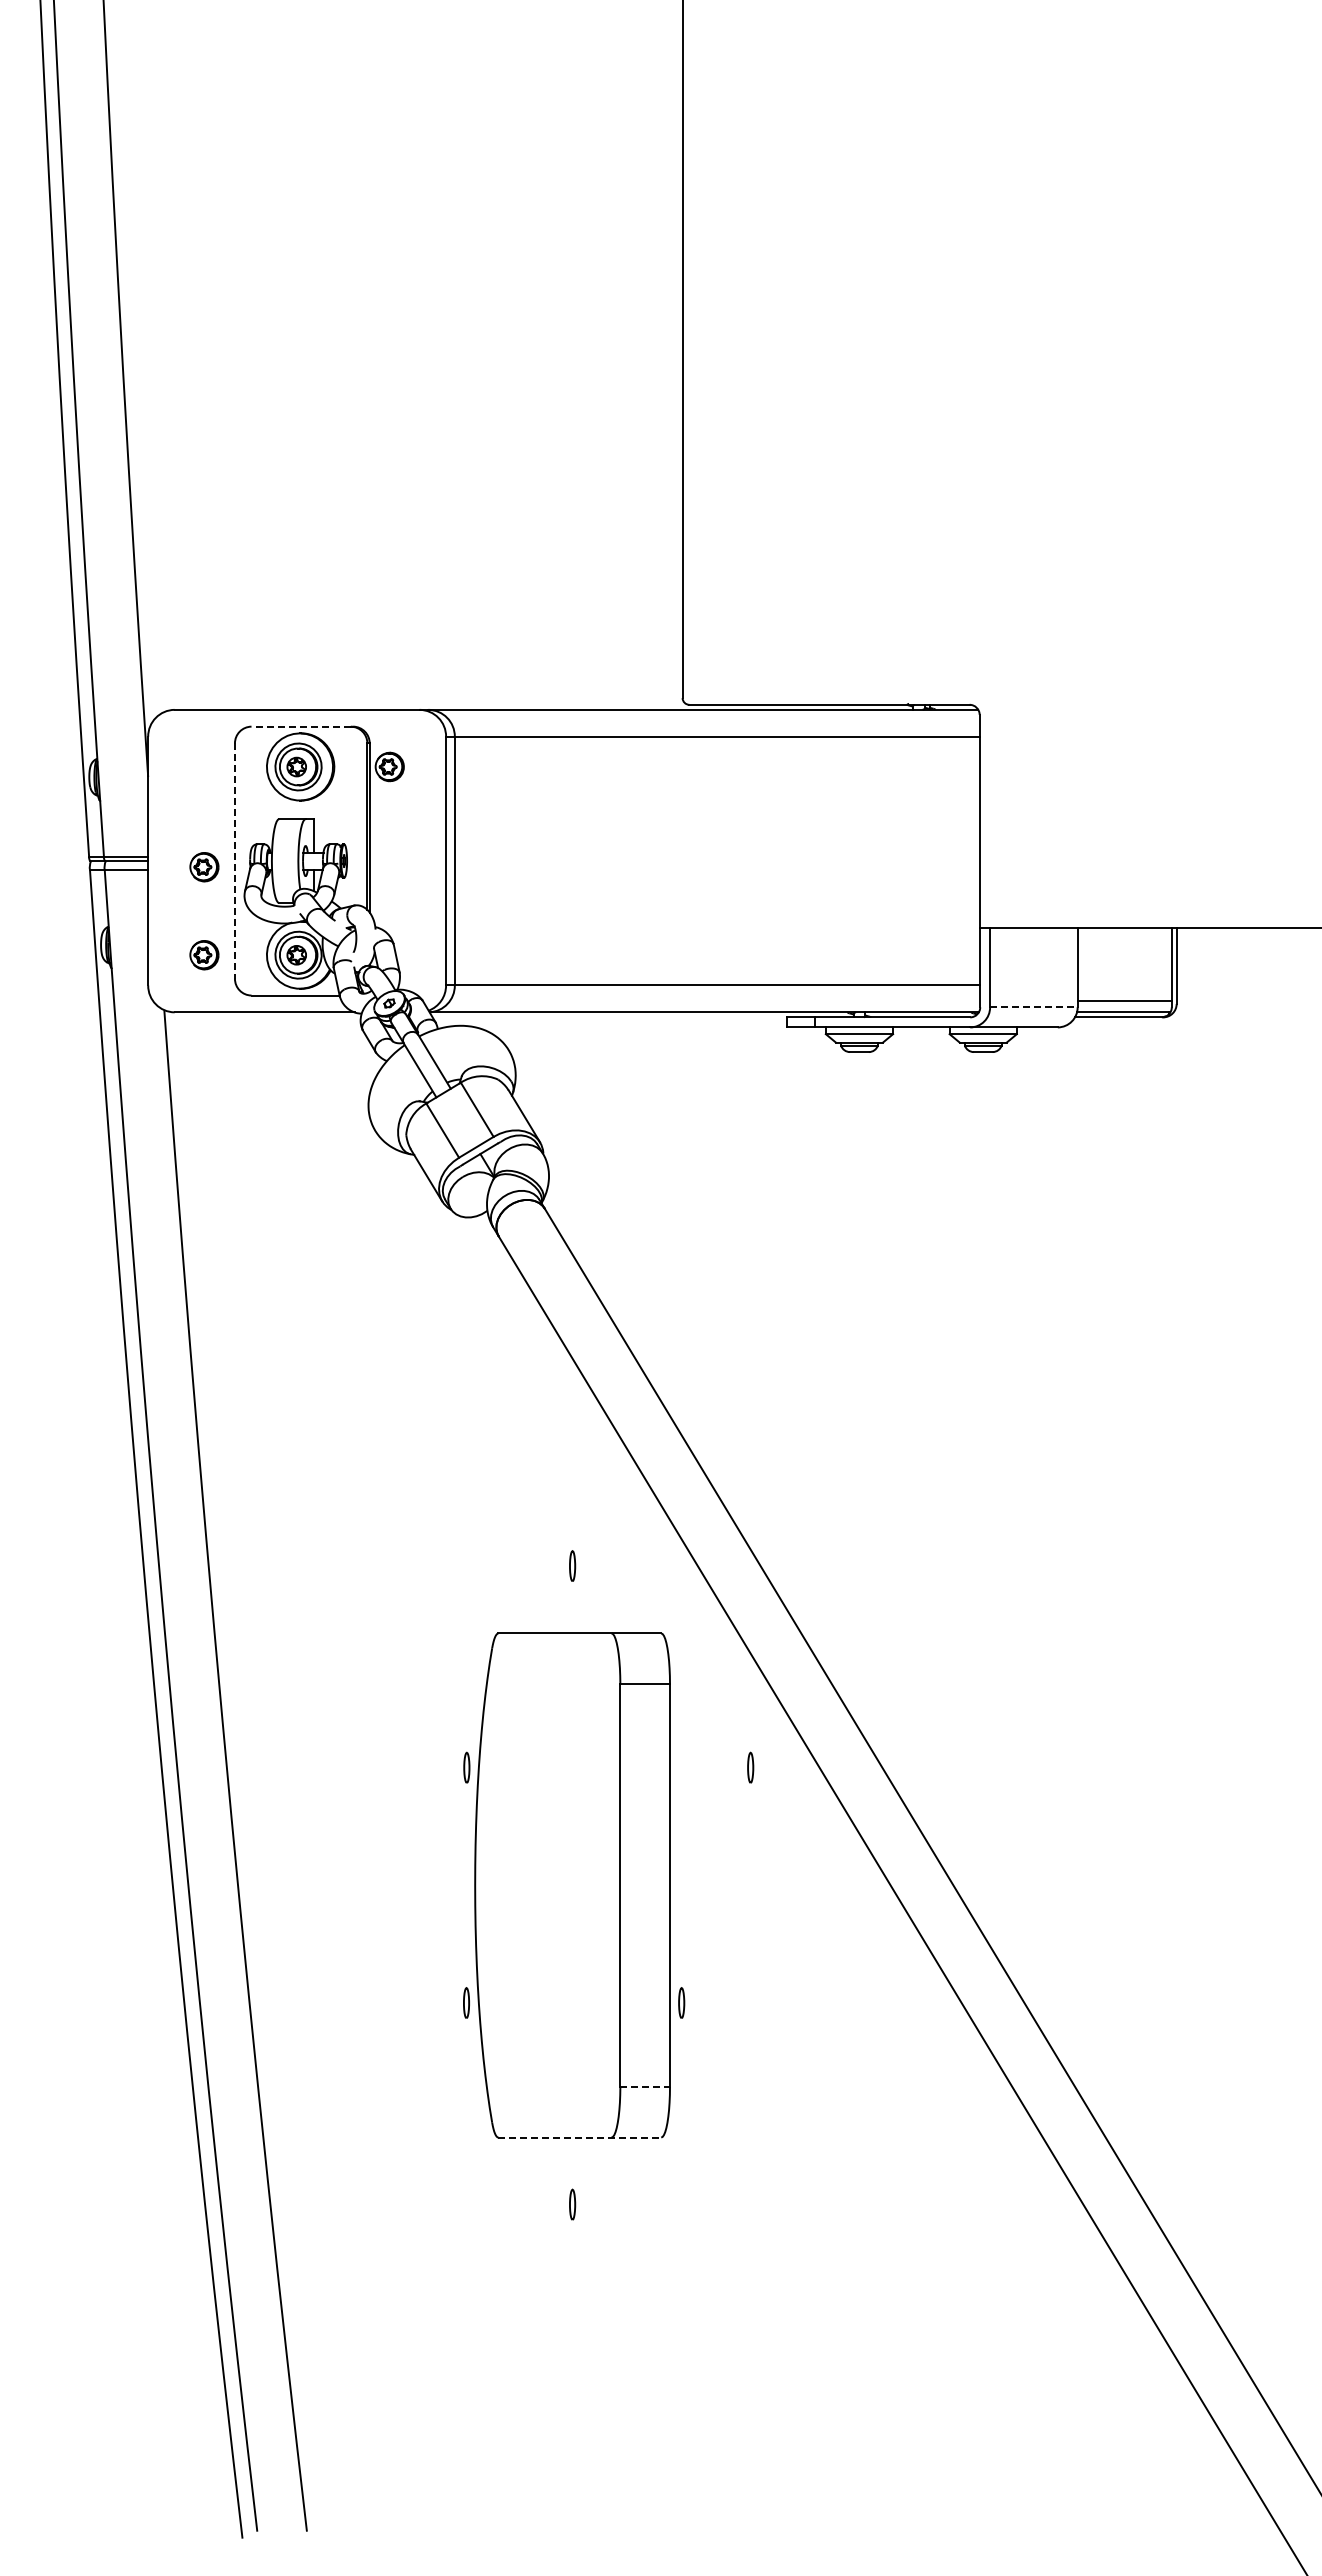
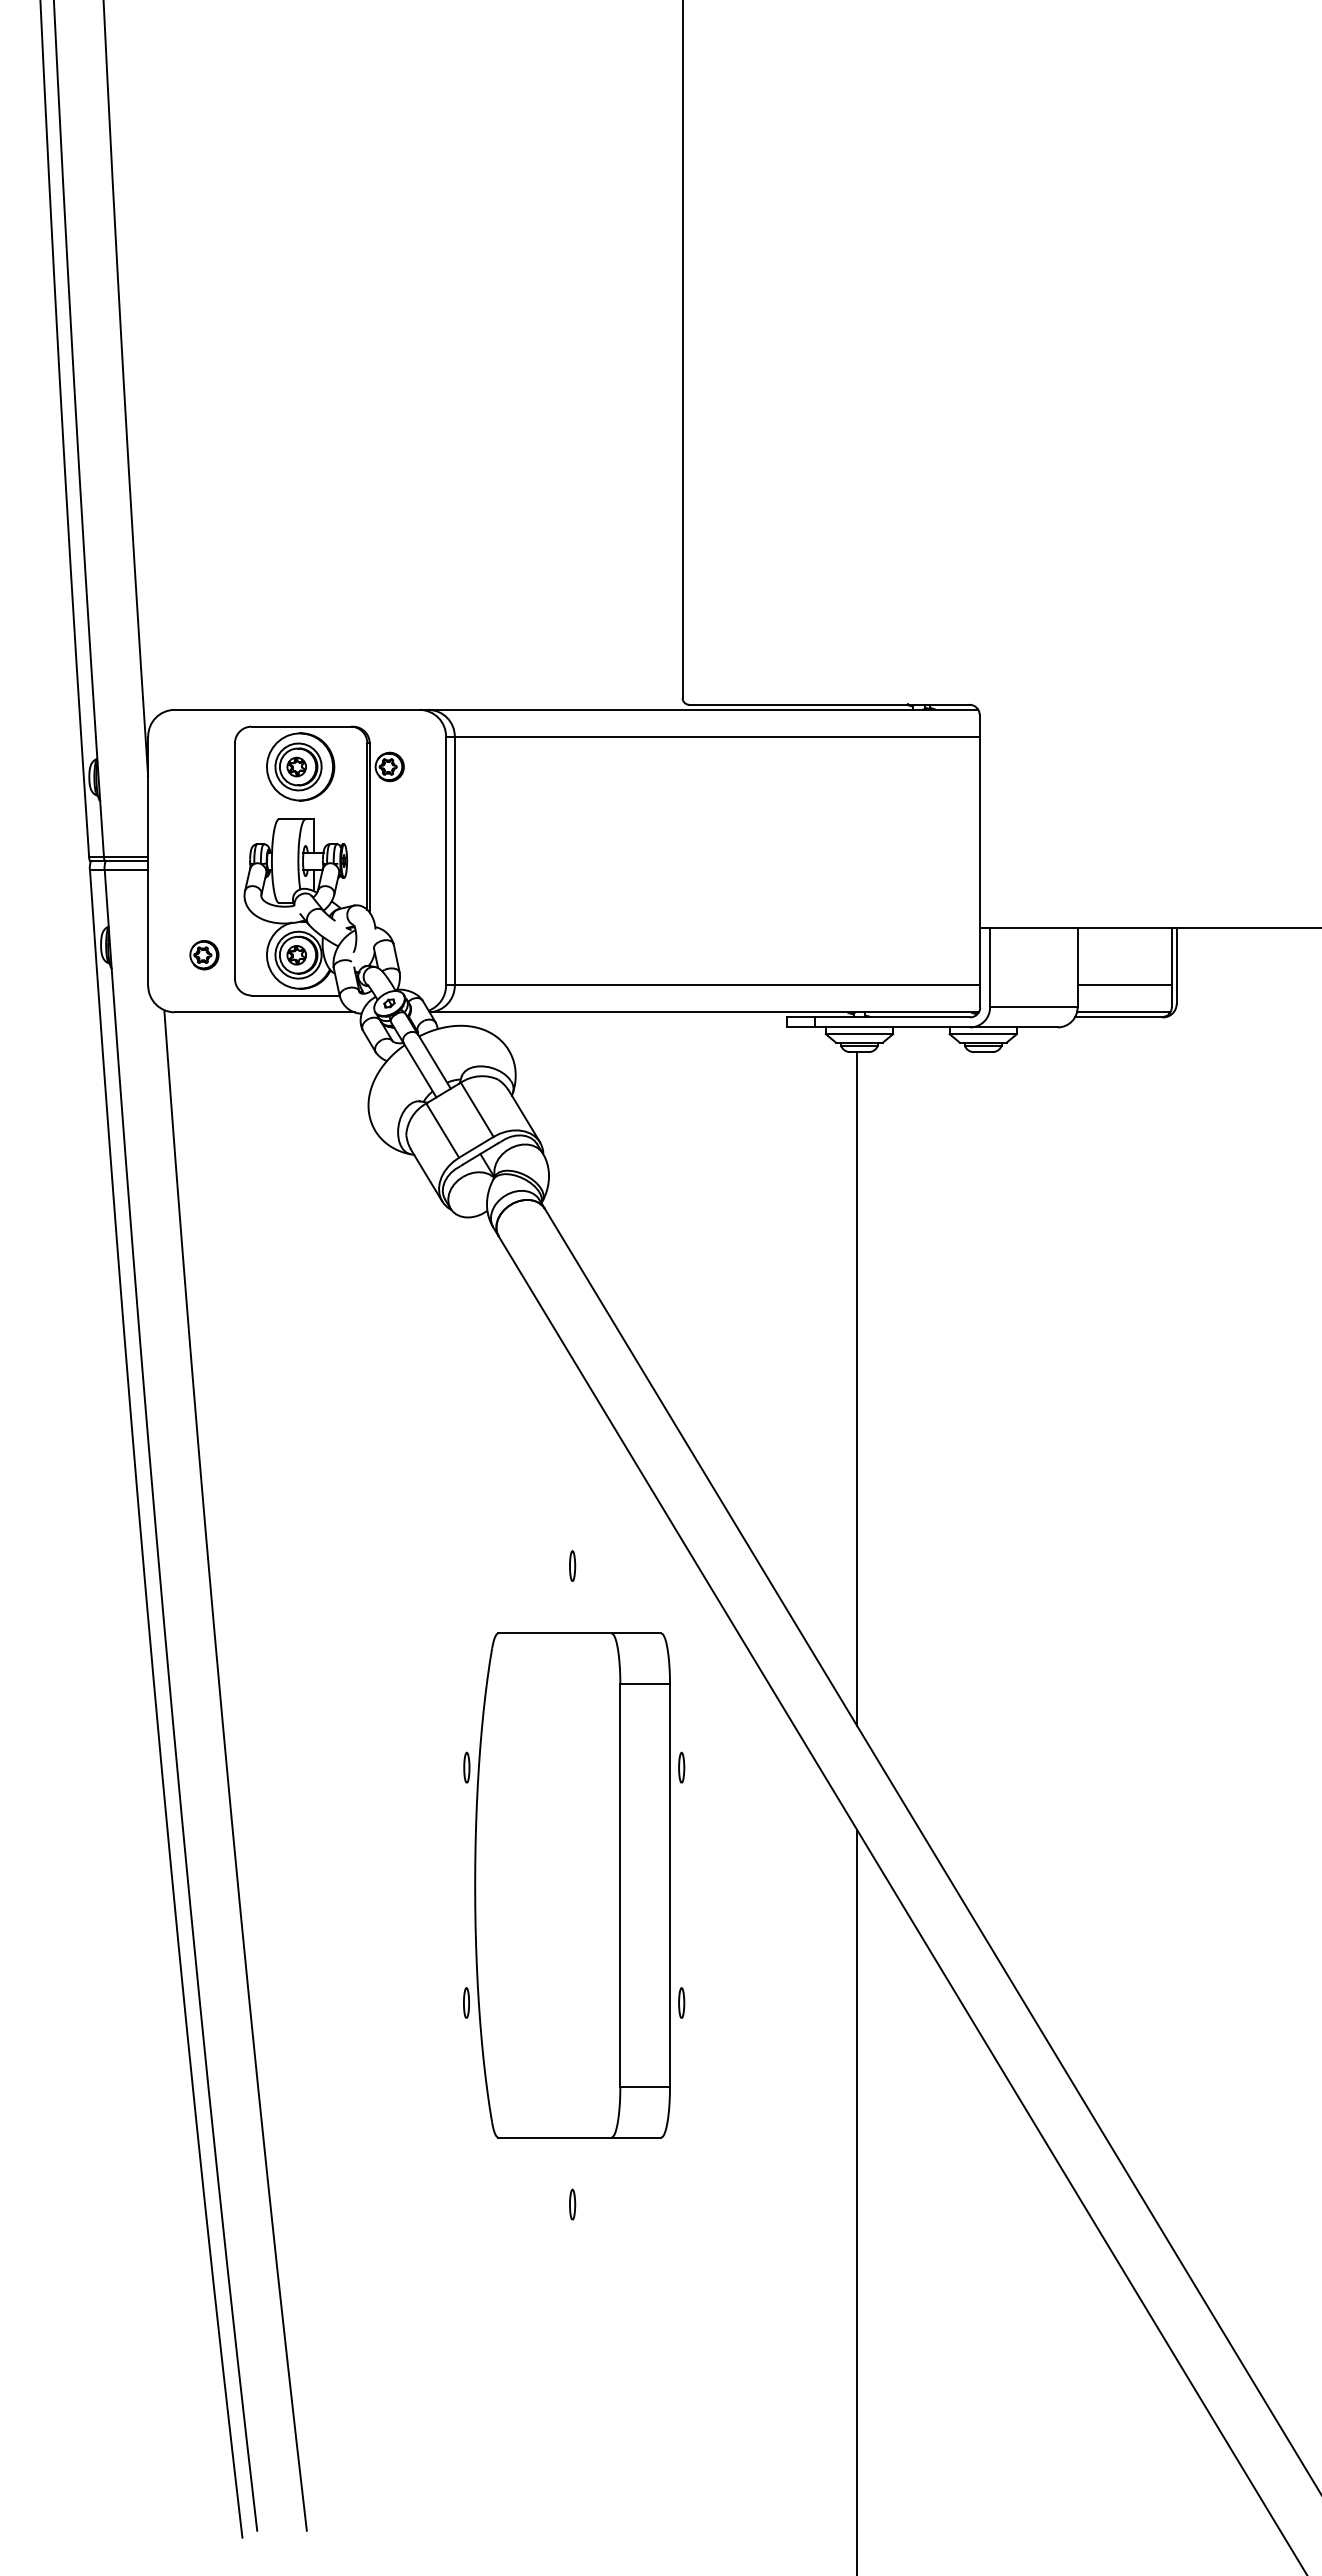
line at (301, 726): dashed -> solid
line at (234, 861): dashed -> solid
part at (204, 867): present -> none
line at (1124, 1001) position: (1124, 1001) -> (1124, 985)
line at (1033, 1007): dashed -> solid
line at (857, 1389): none -> present
part at (750, 1767) position: (750, 1767) -> (681, 1767)
line at (645, 2087): dashed -> solid
line at (580, 2137): dashed -> solid
line at (857, 2201): none -> present
